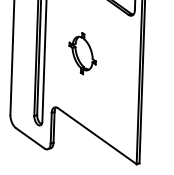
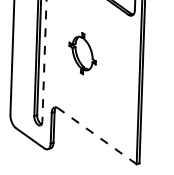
line at (44, 61): solid -> dashed
line at (96, 135): solid -> dashed
